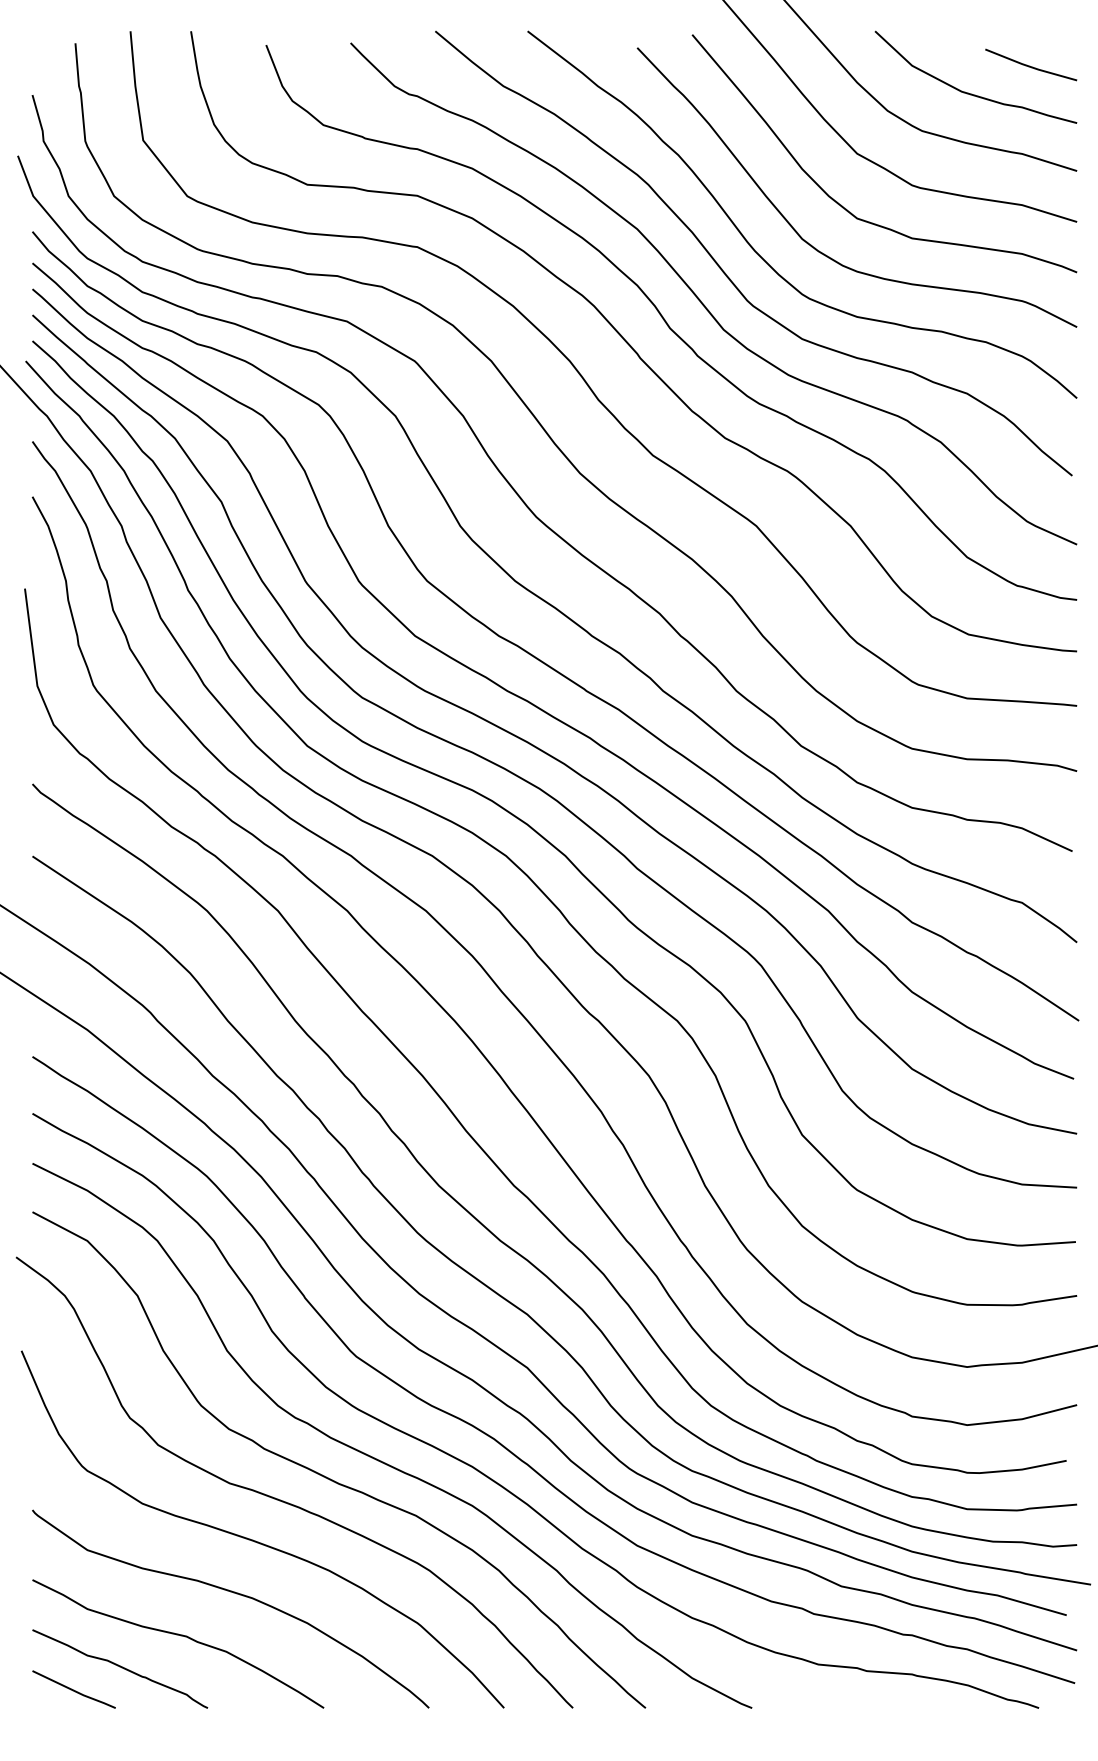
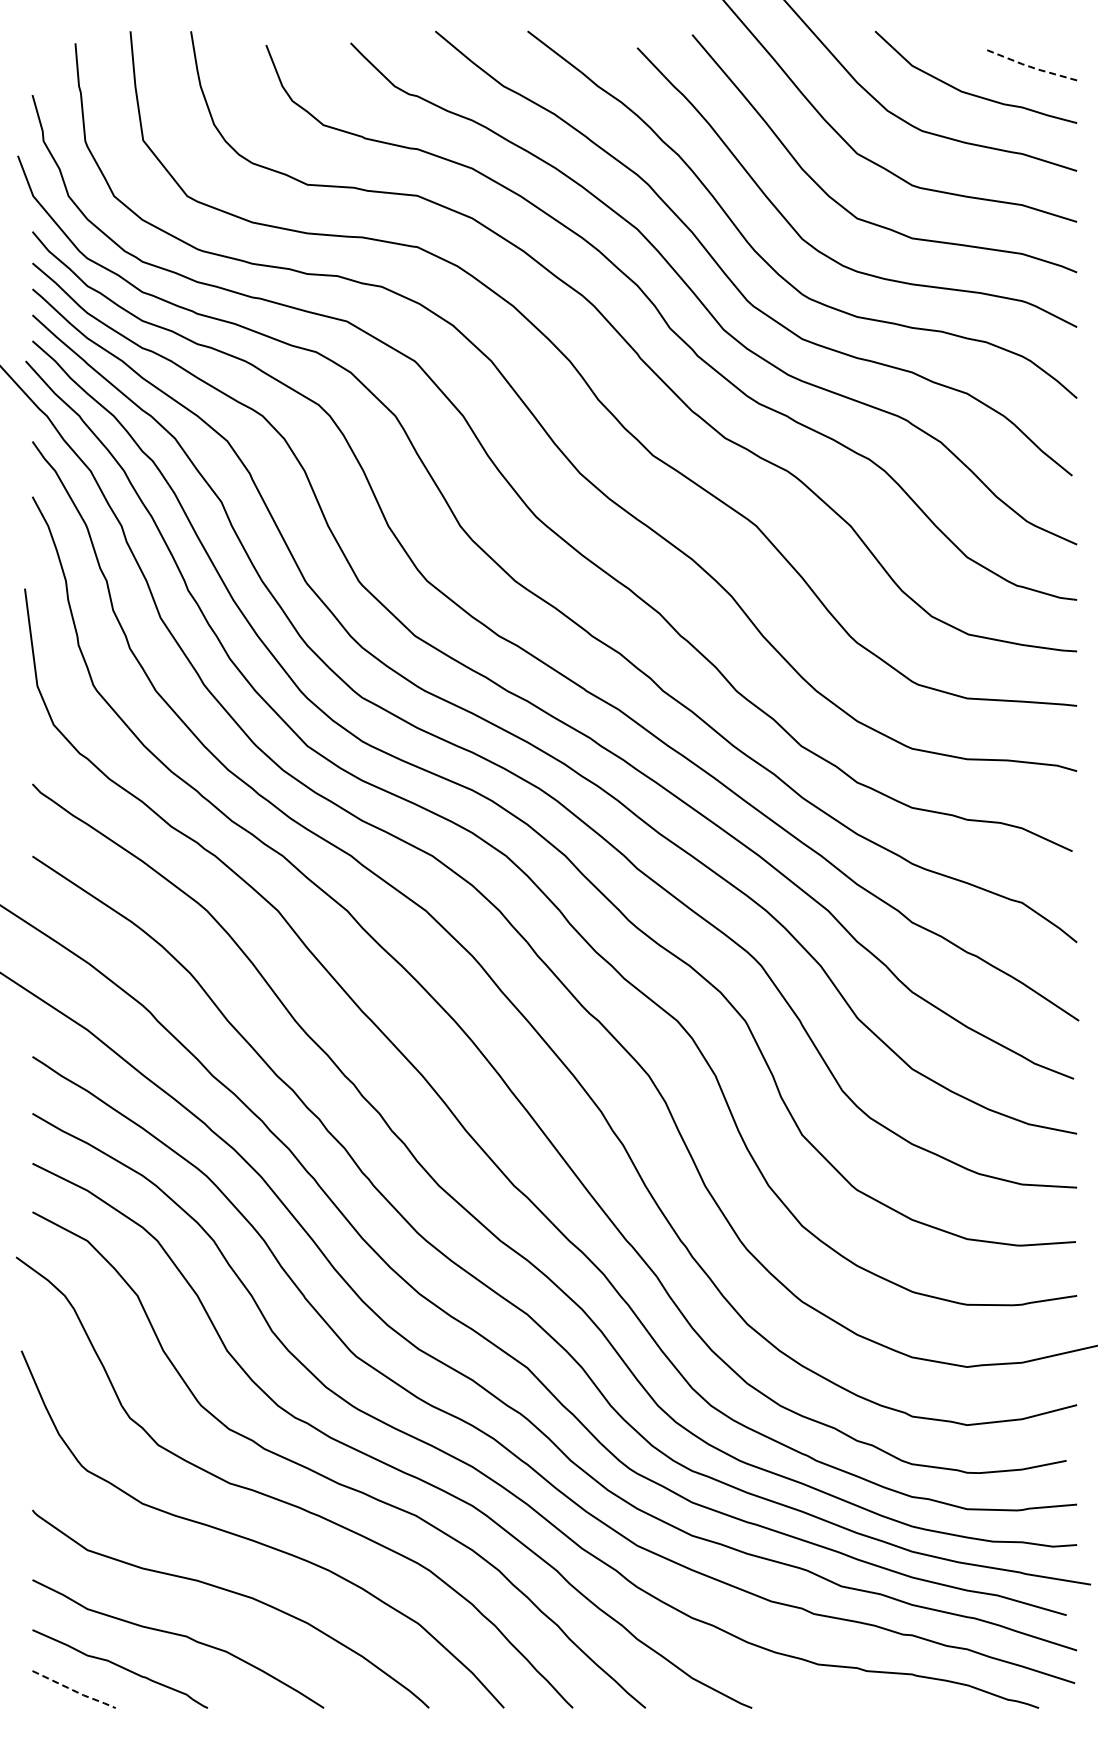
line at (1030, 66): solid -> dashed
line at (74, 1691): solid -> dashed
